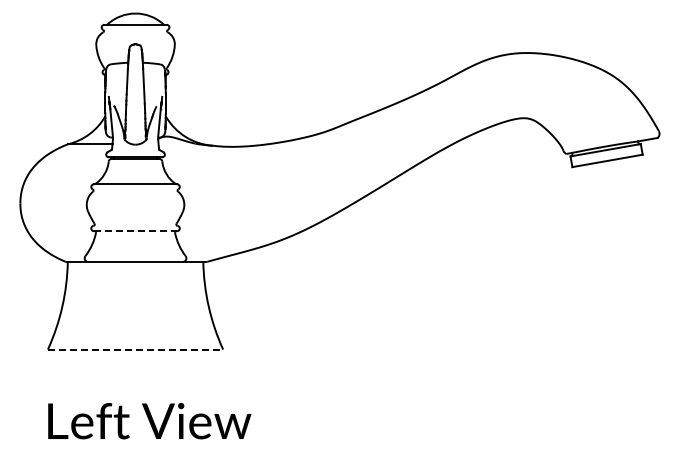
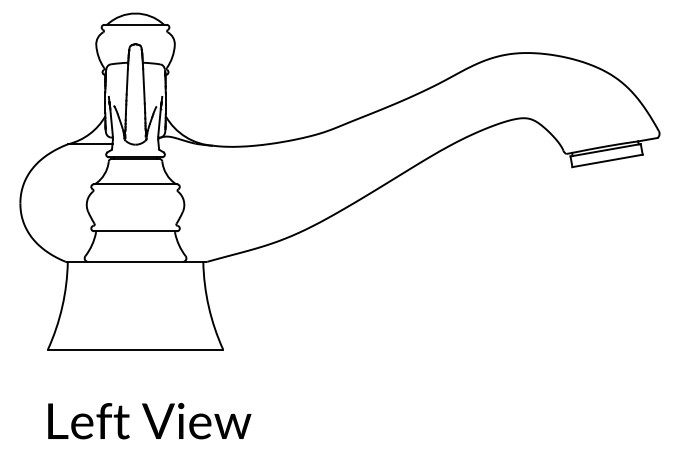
line at (135, 231): dashed -> solid
line at (135, 349): dashed -> solid
